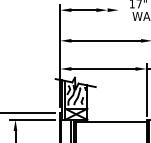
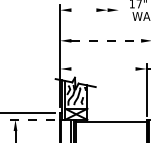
line at (83, 10): present -> none
line at (106, 40): solid -> dashed
line at (103, 68): present -> none
line at (31, 119): solid -> dashed
